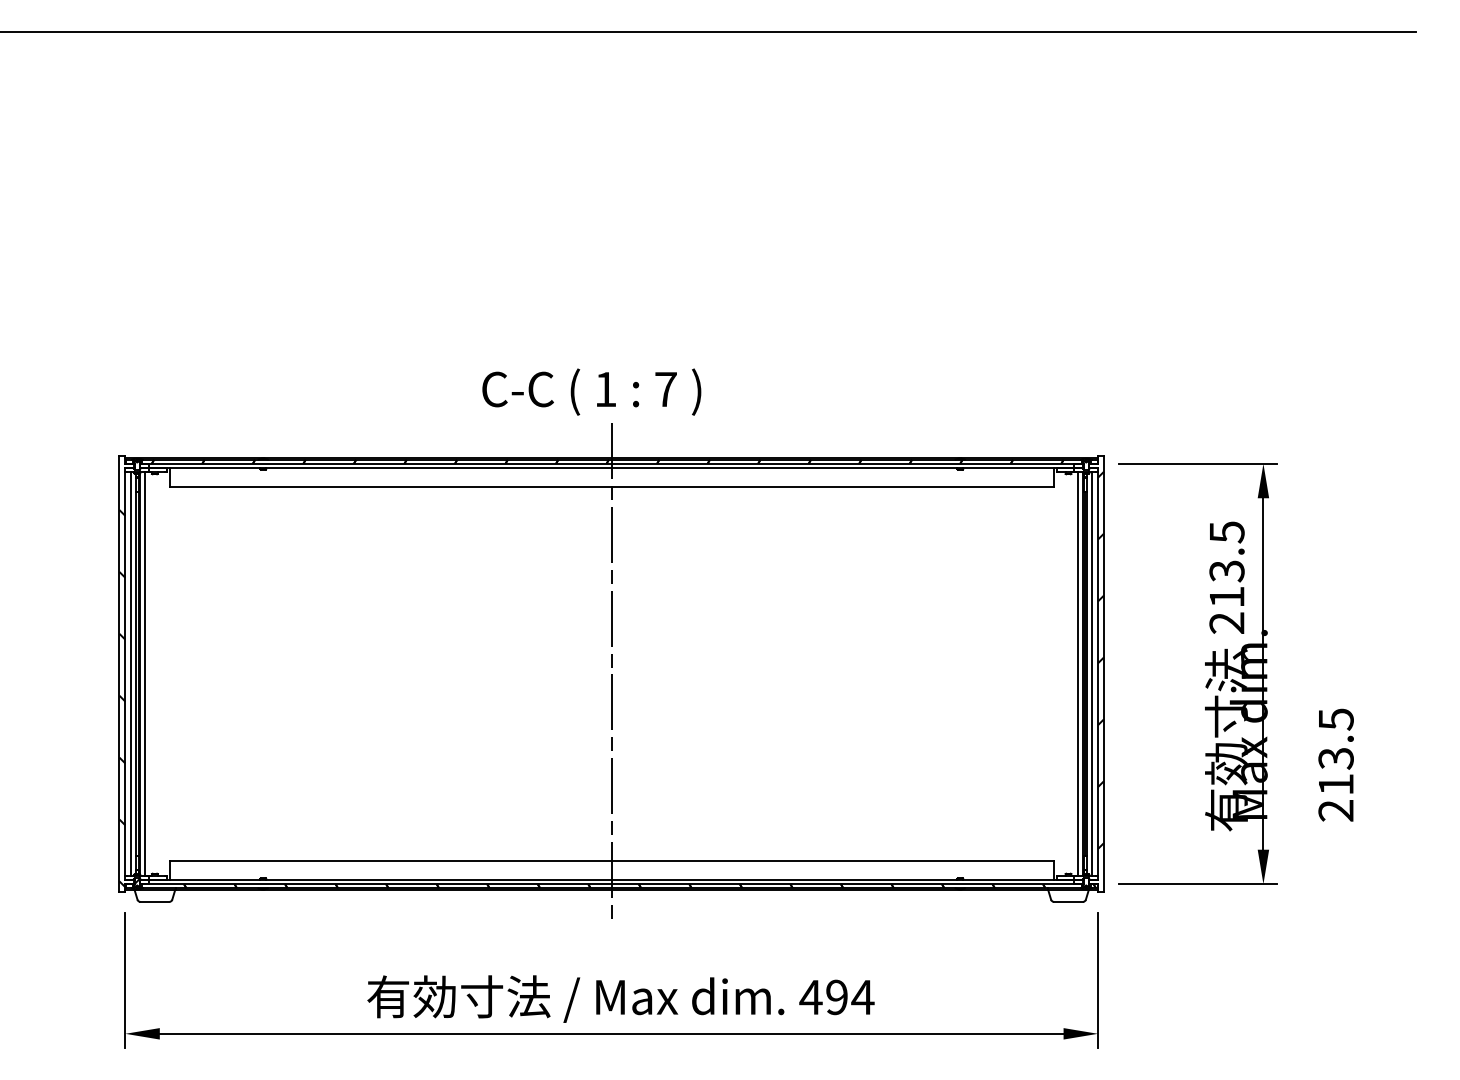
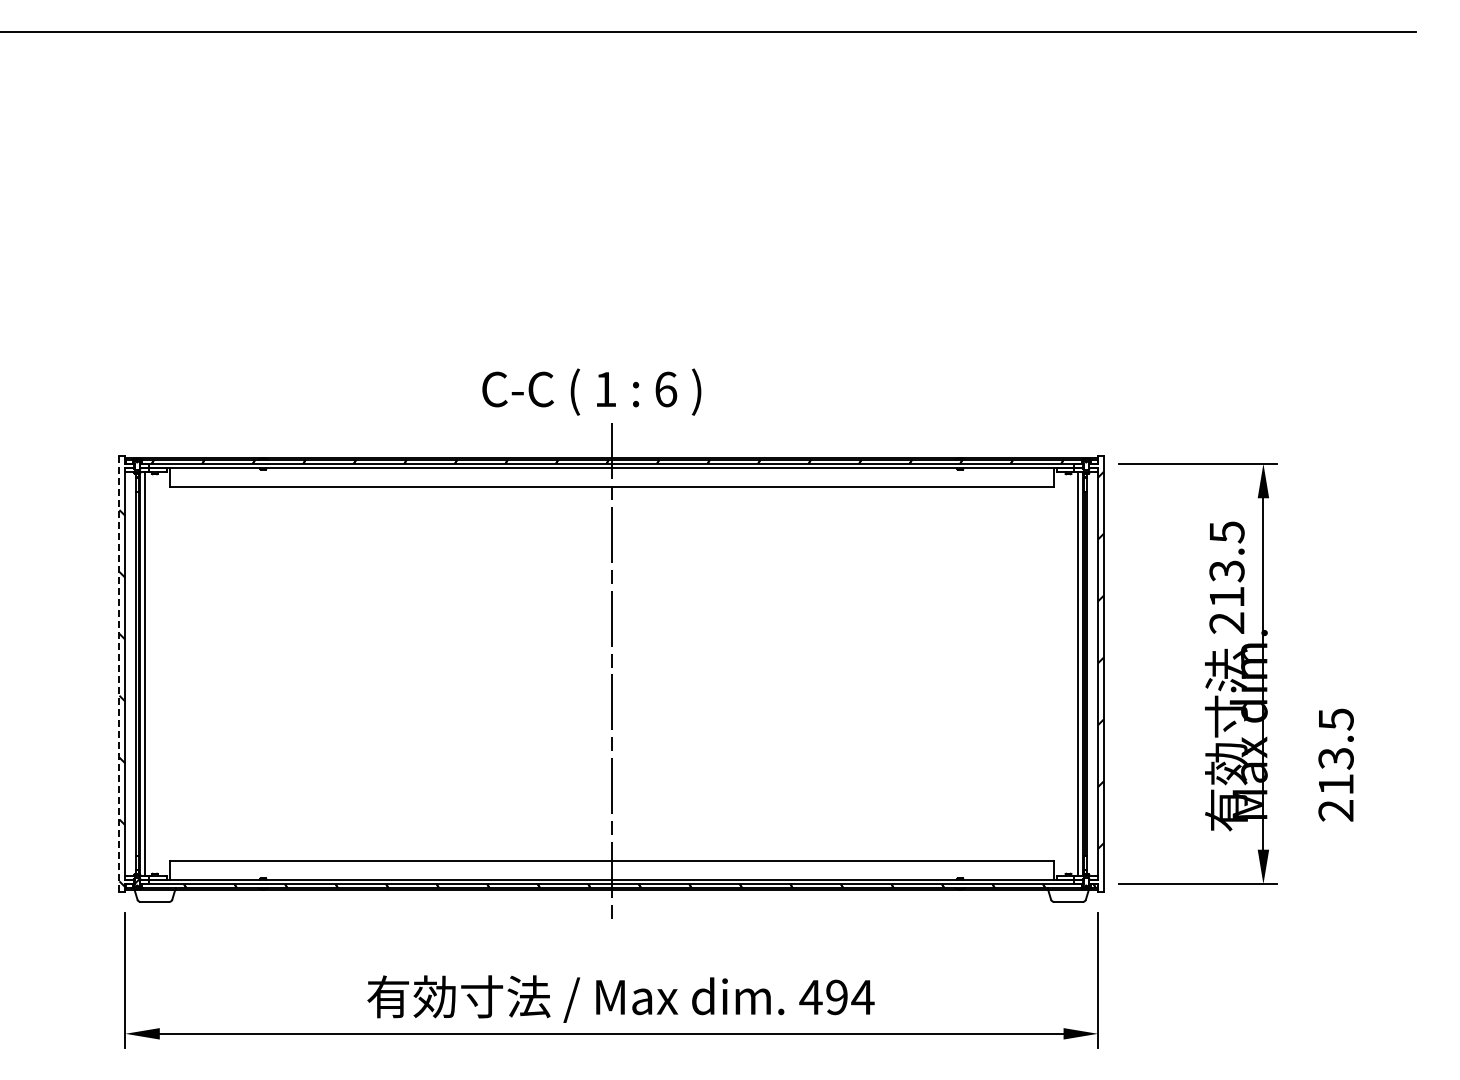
text at (666, 389): 7 -> 6
line at (131, 673): present -> none
line at (1092, 673): present -> none
line at (119, 674): solid -> dashed
